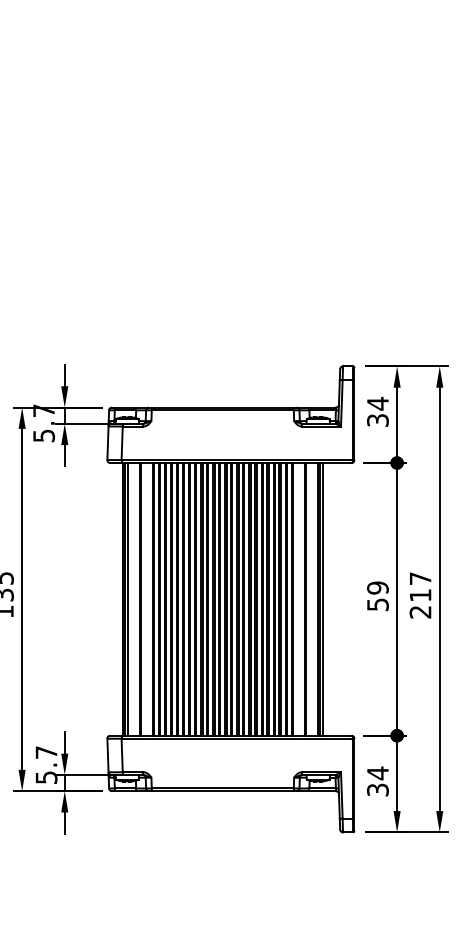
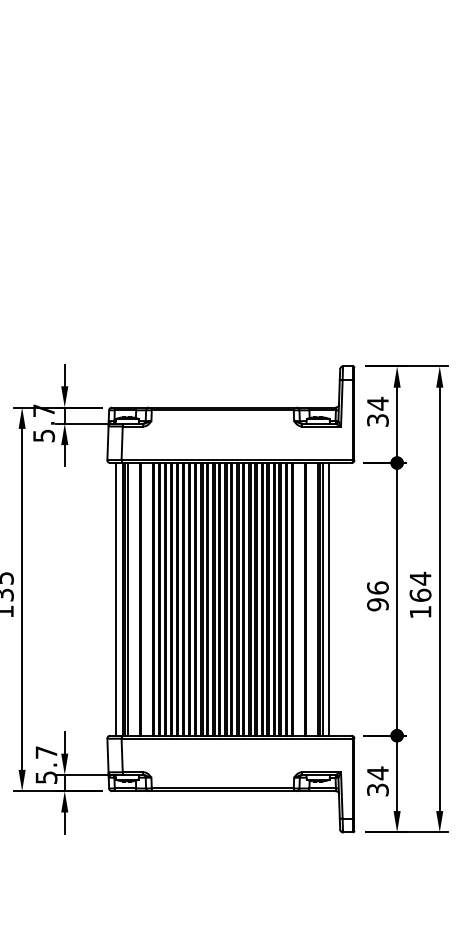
text at (420, 594): 217 -> 164
text at (377, 596): 59 -> 96
line at (116, 599): none -> present
line at (329, 599): none -> present
